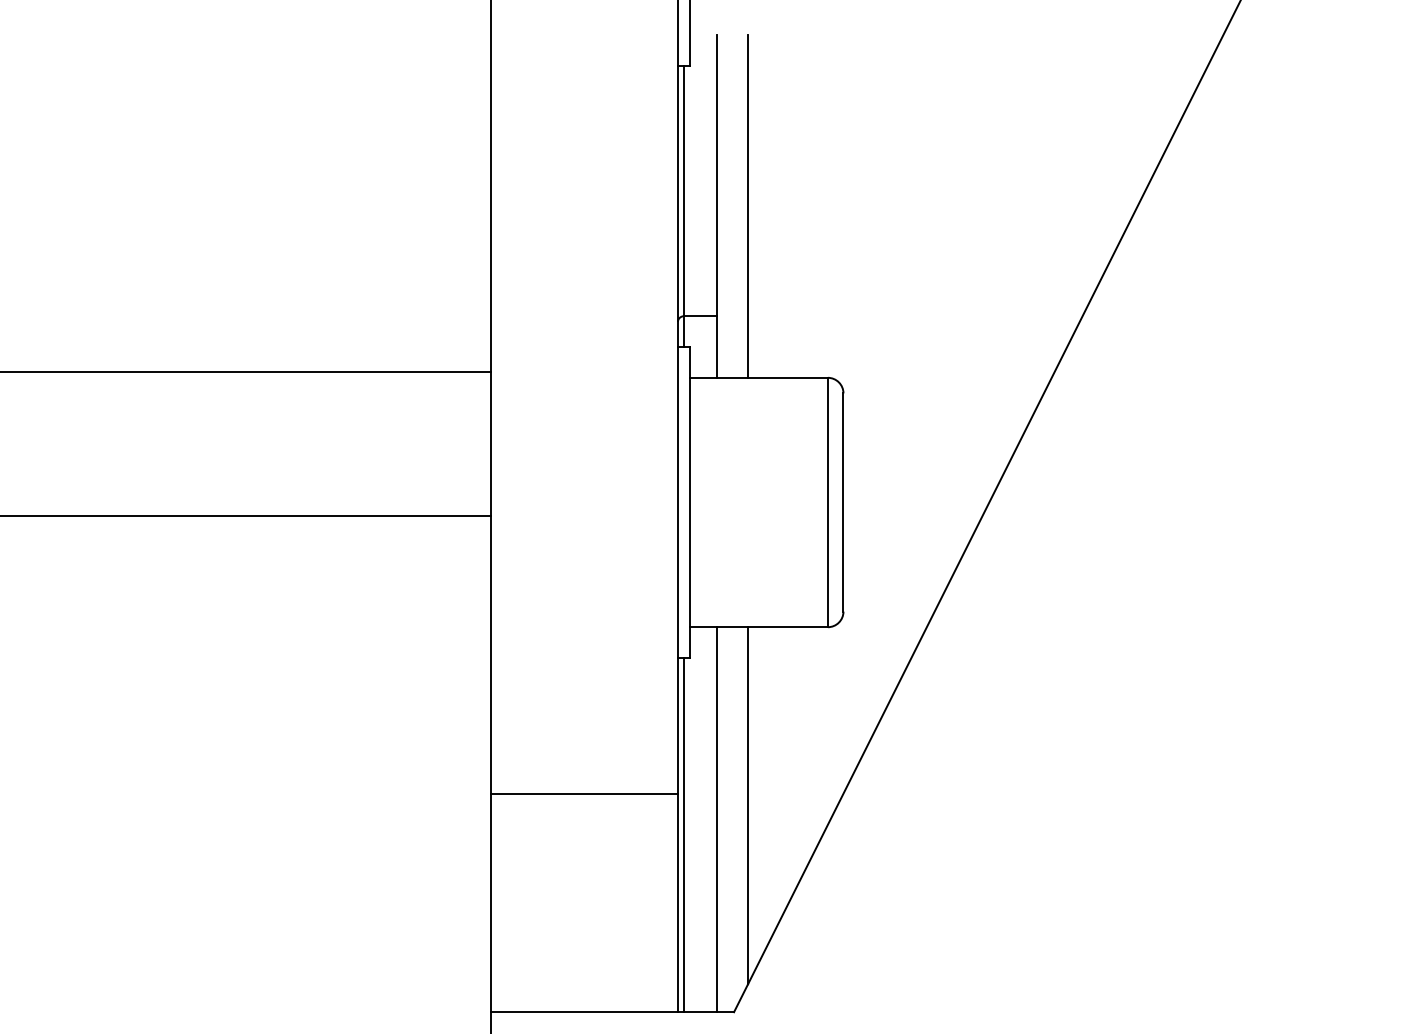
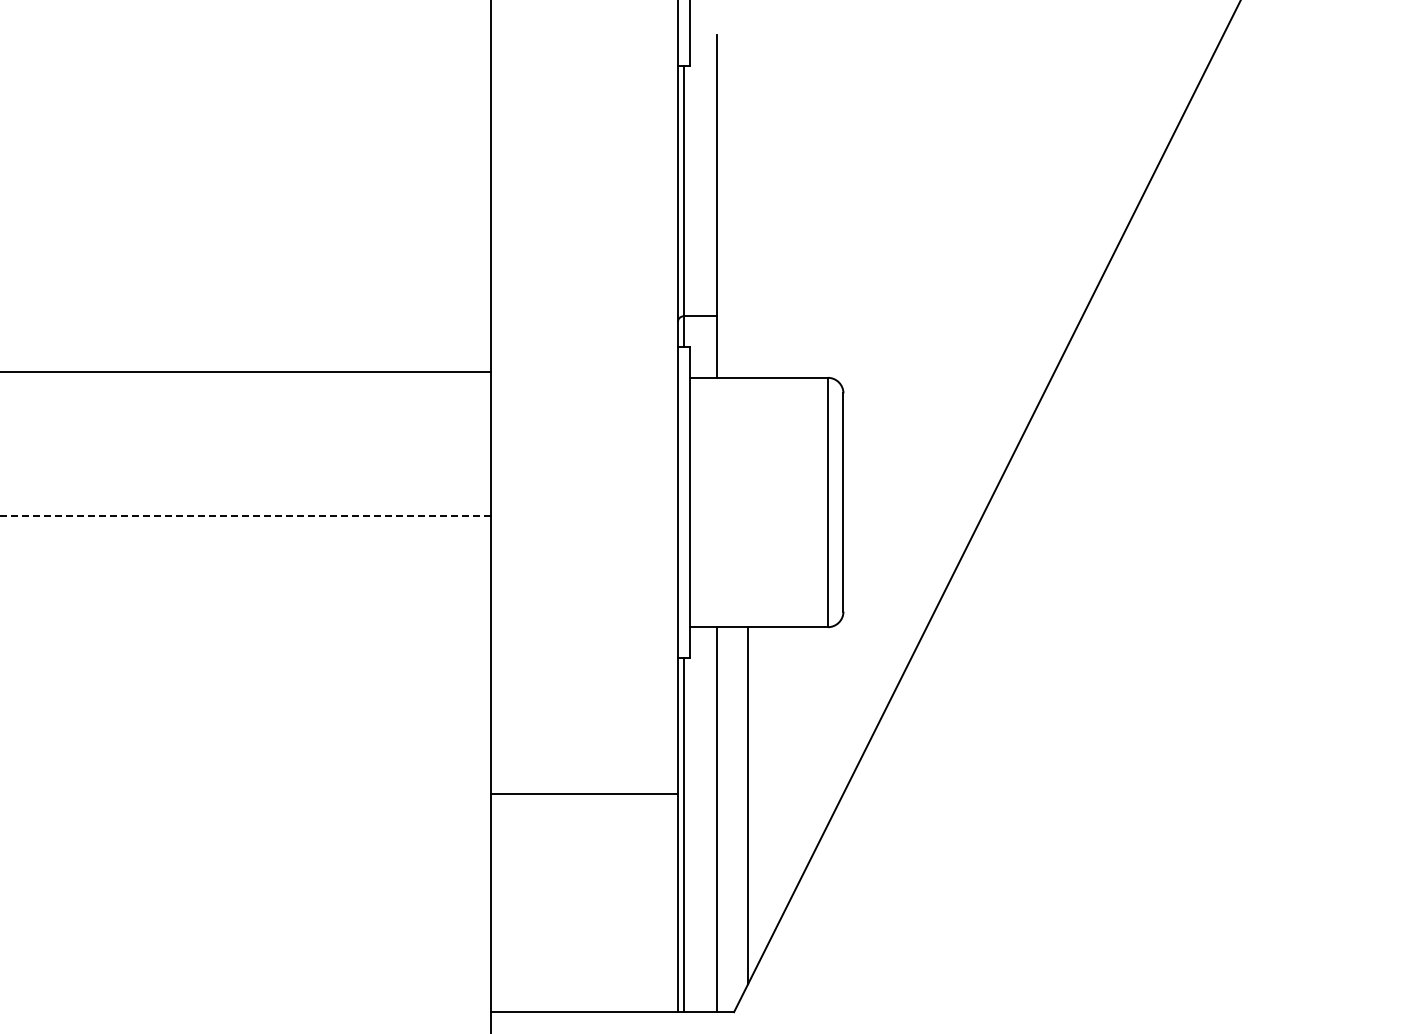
line at (748, 205): present -> none
line at (245, 516): solid -> dashed
